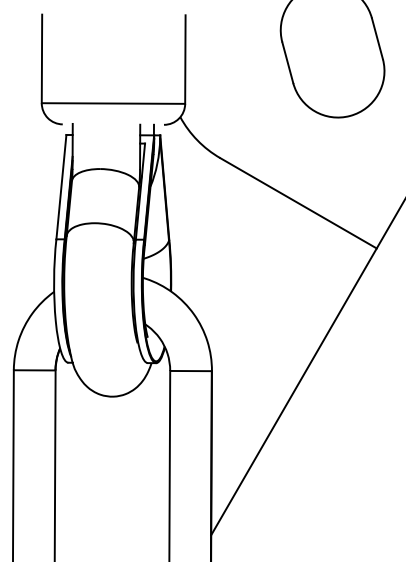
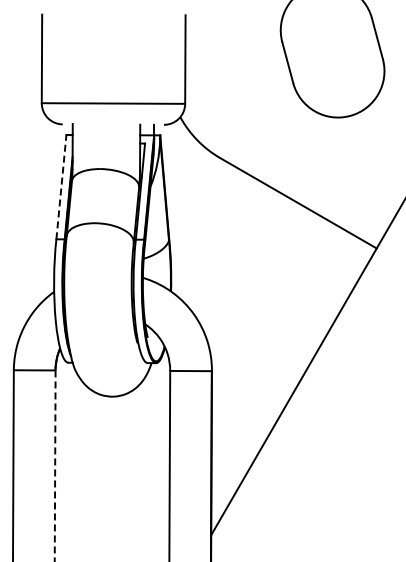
line at (61, 186): solid -> dashed
line at (55, 466): solid -> dashed
